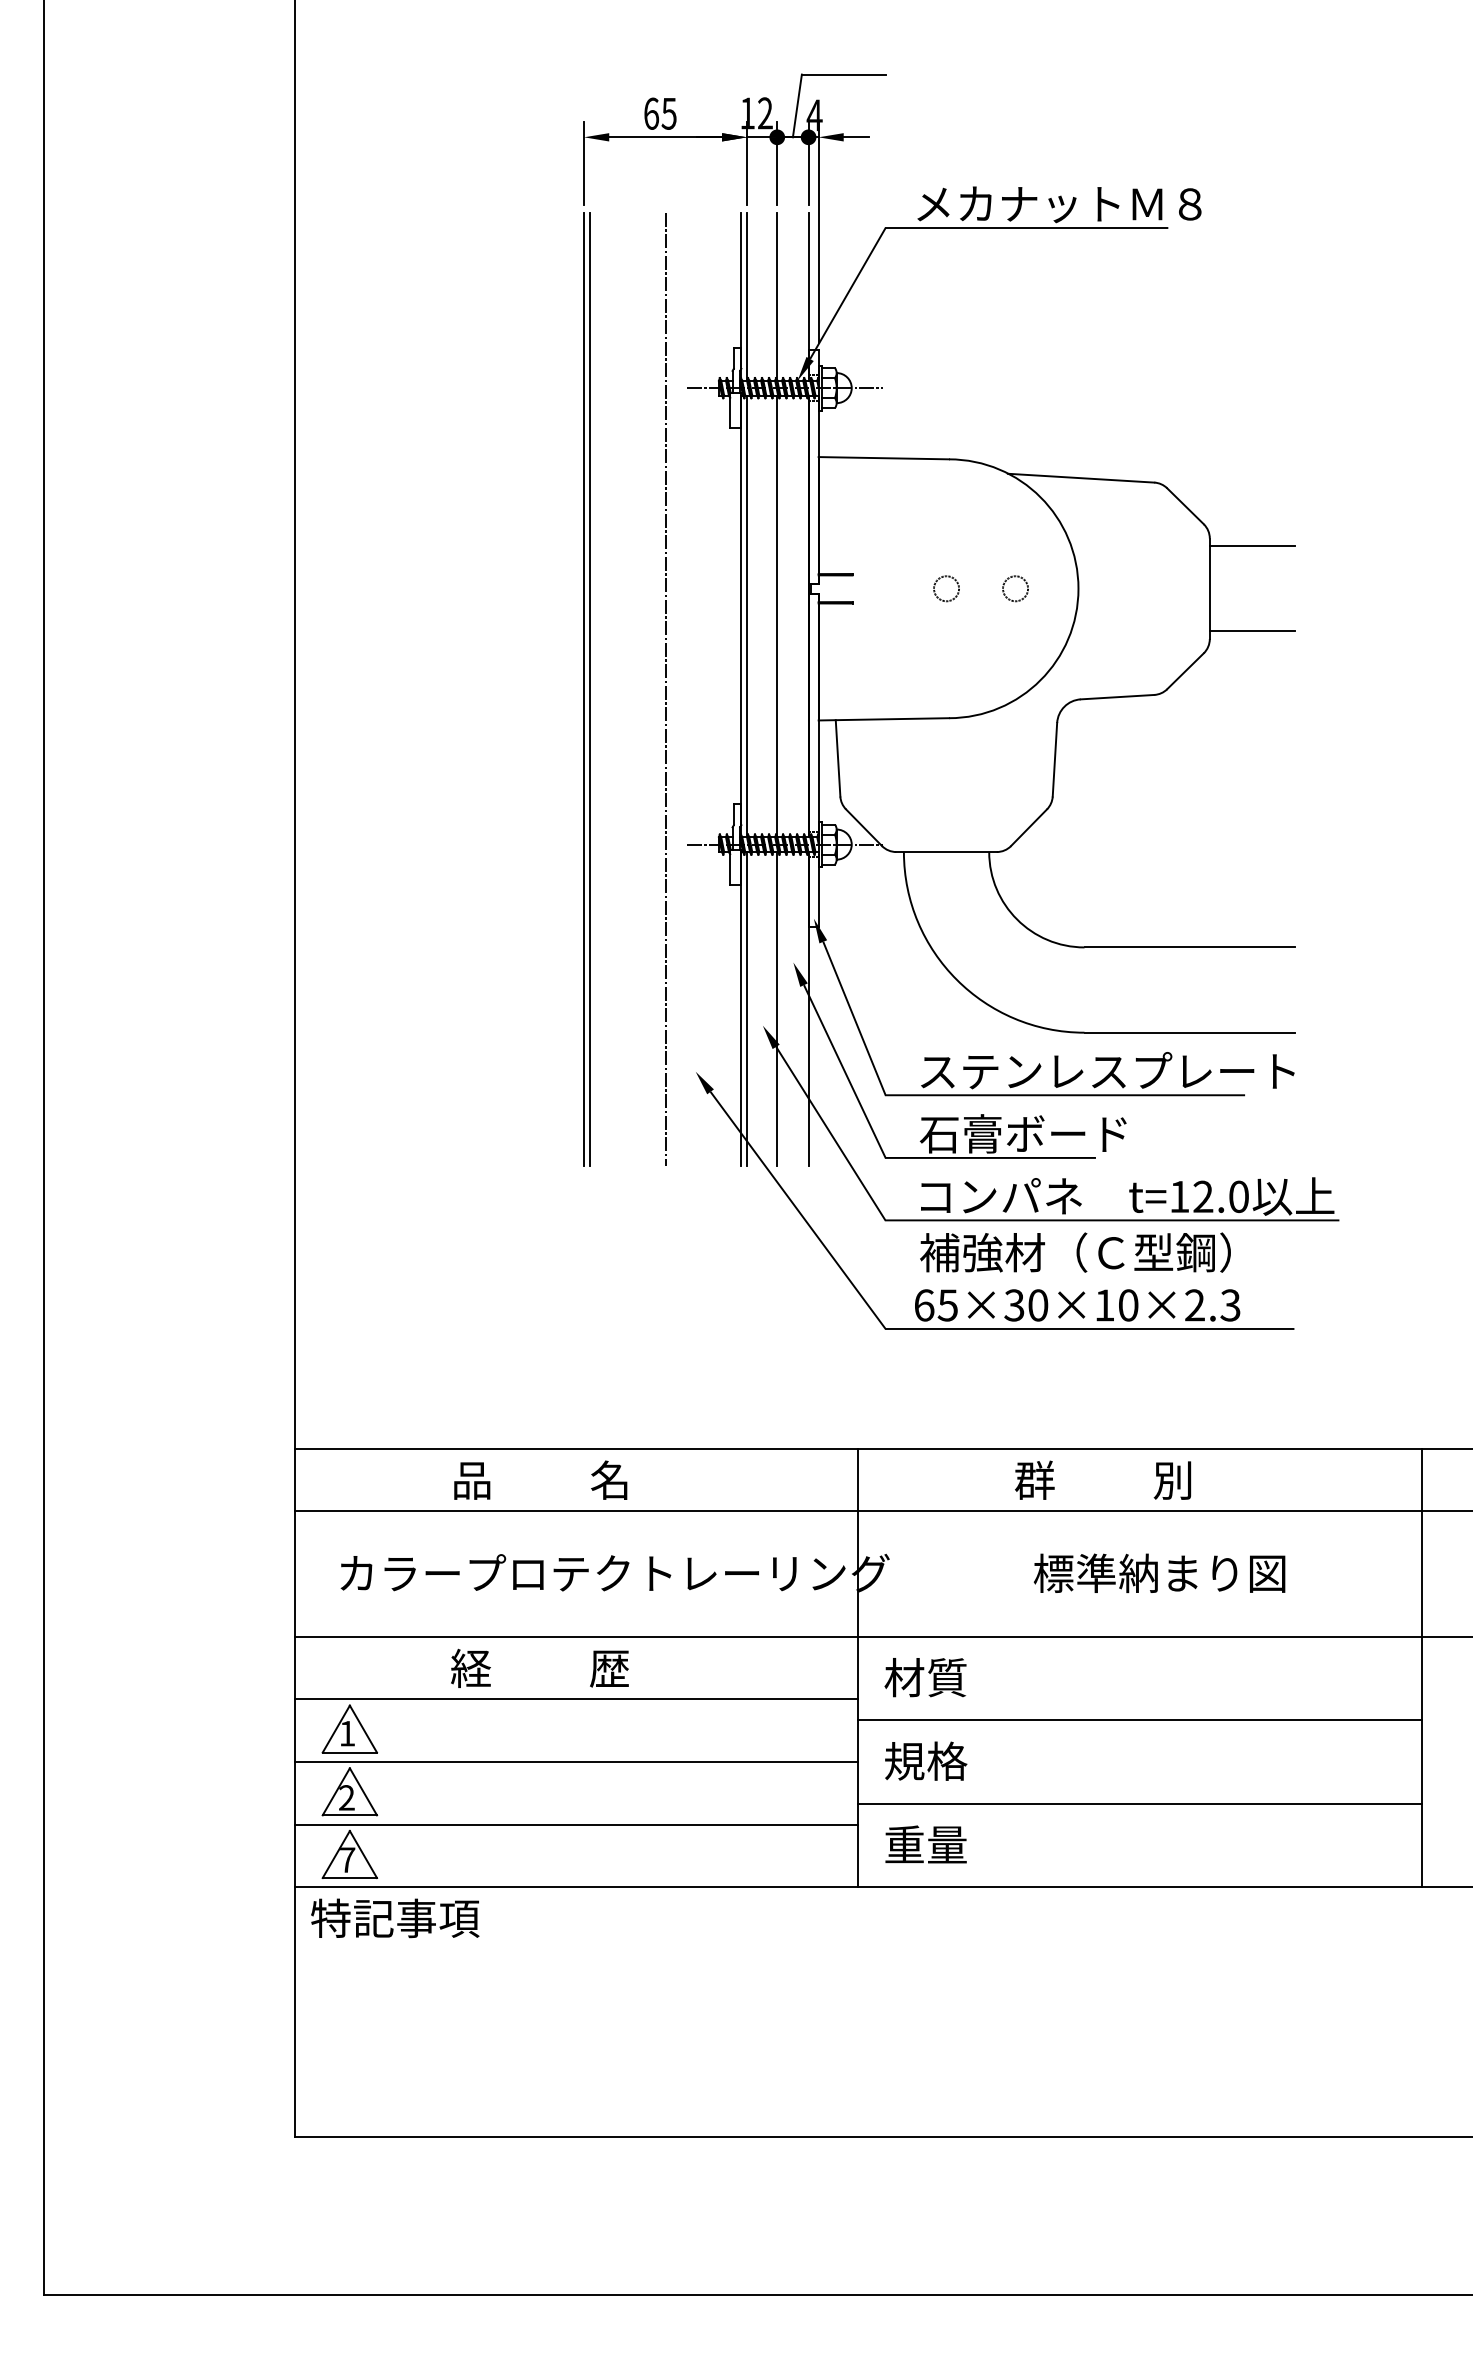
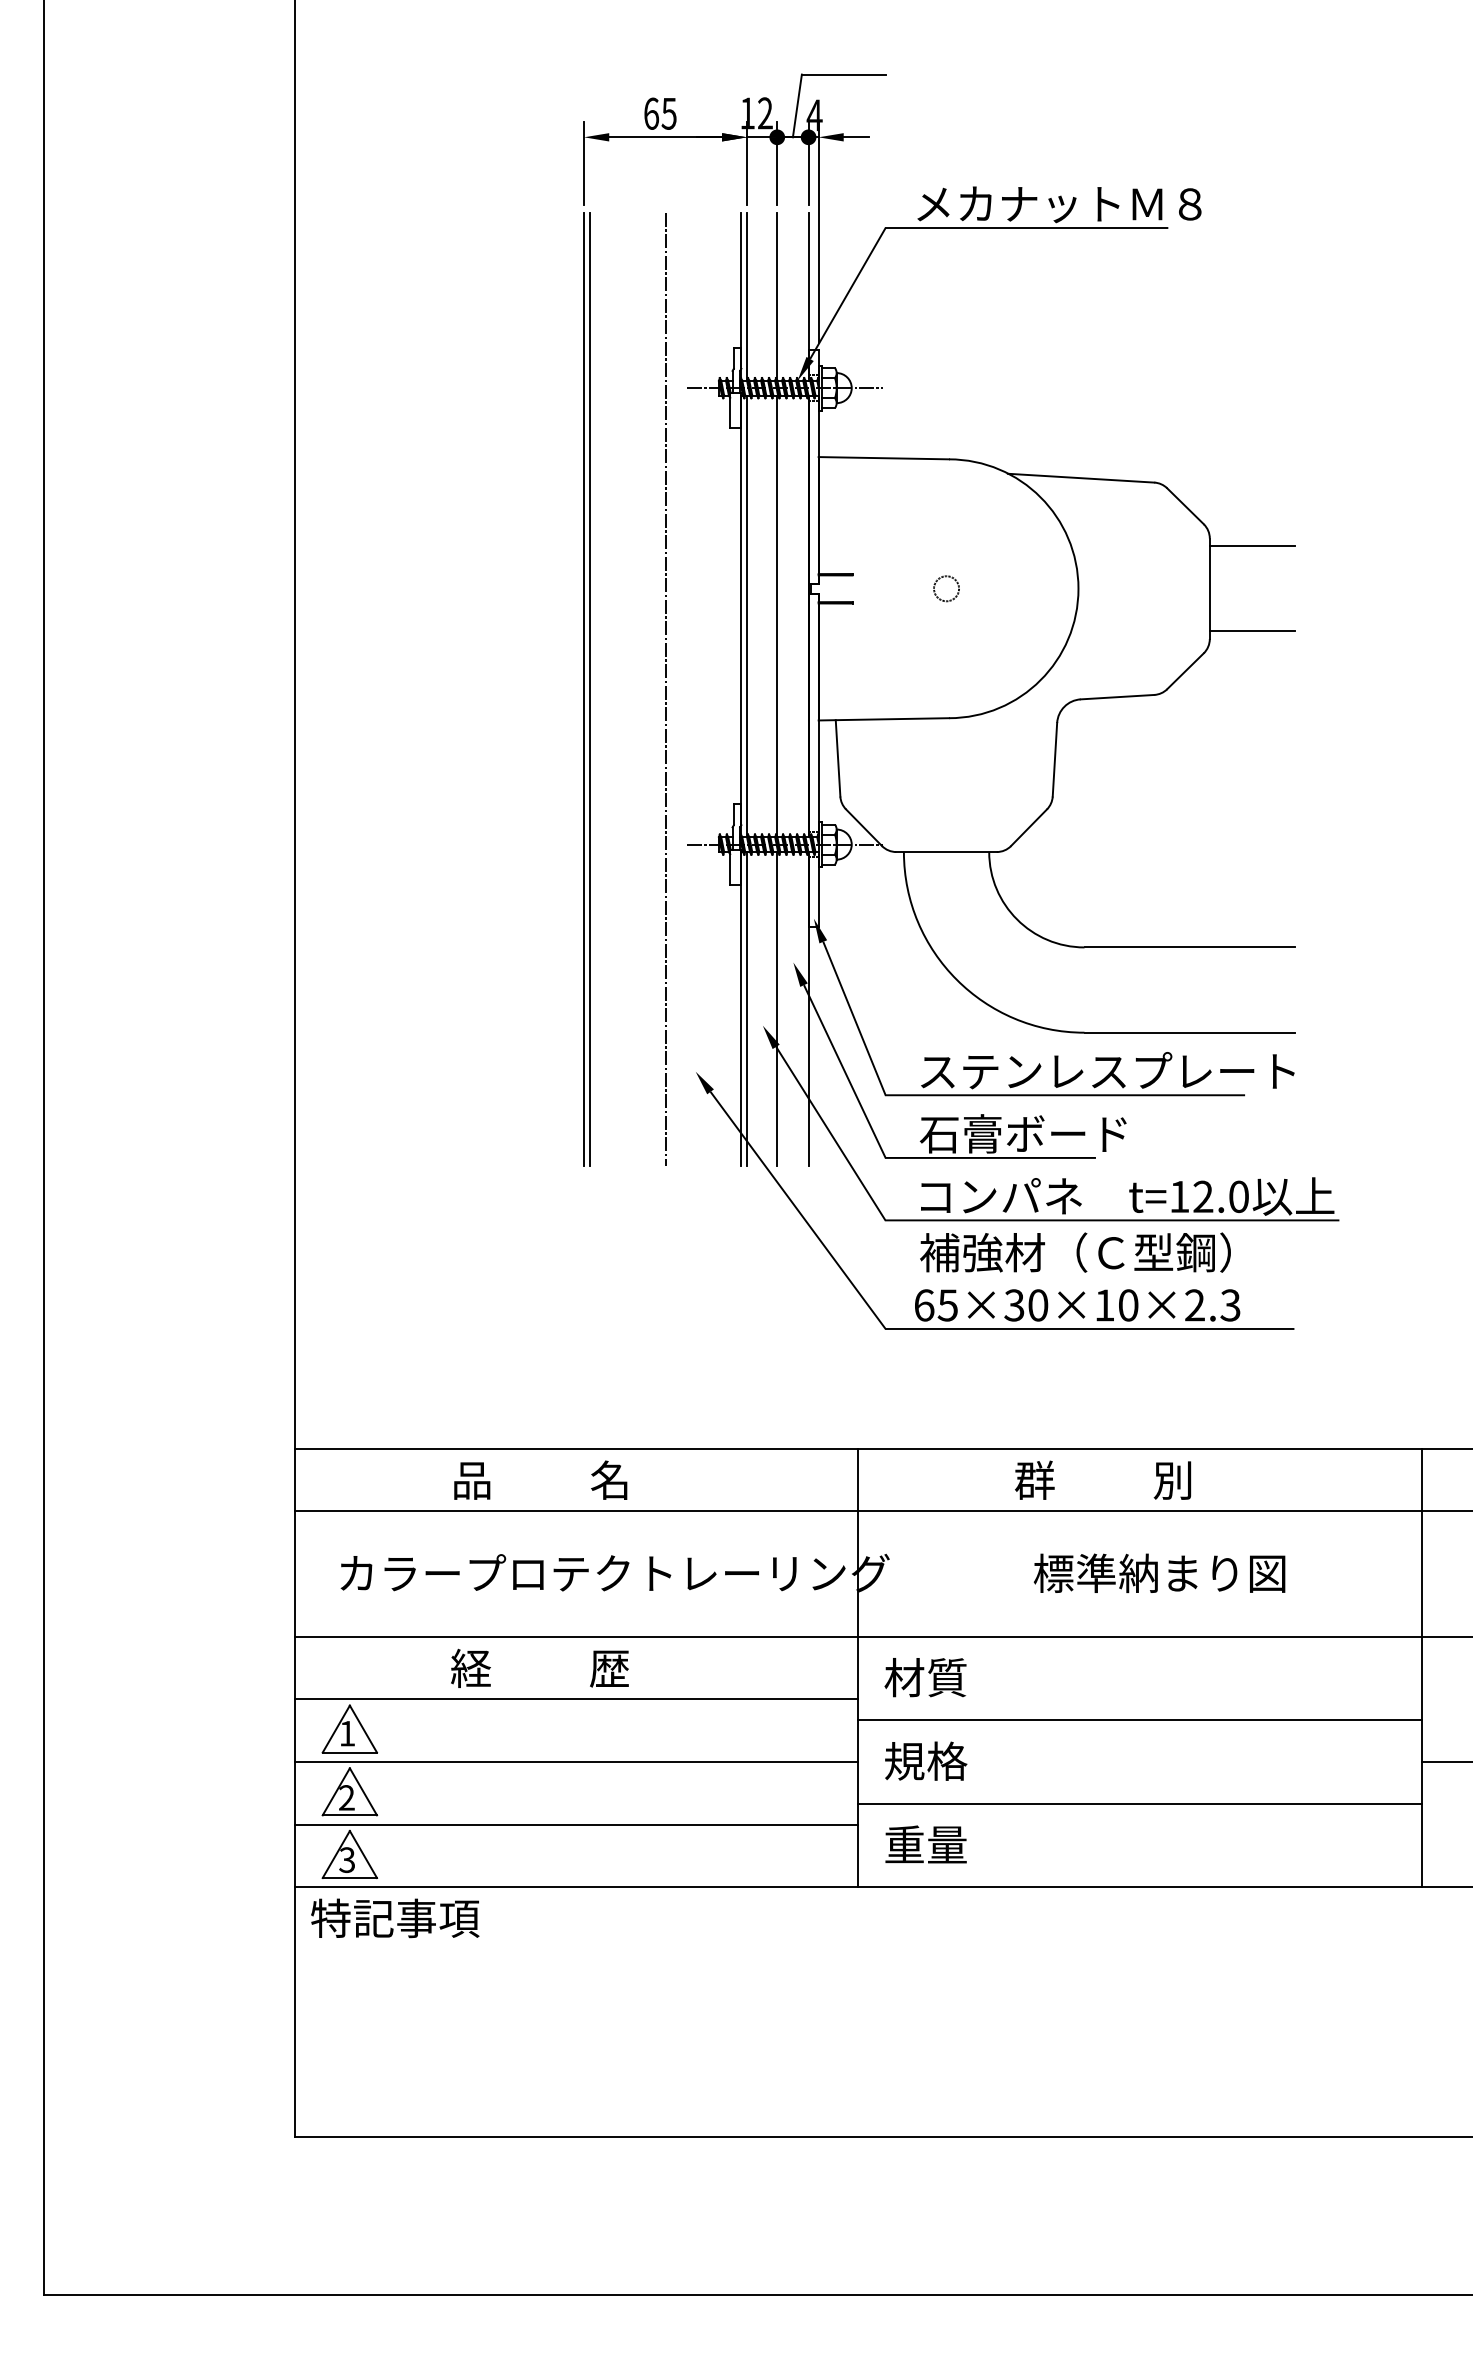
circle at (1015, 588): present -> none
line at (1445, 1762): none -> present
text at (347, 1860): 7 -> 3
